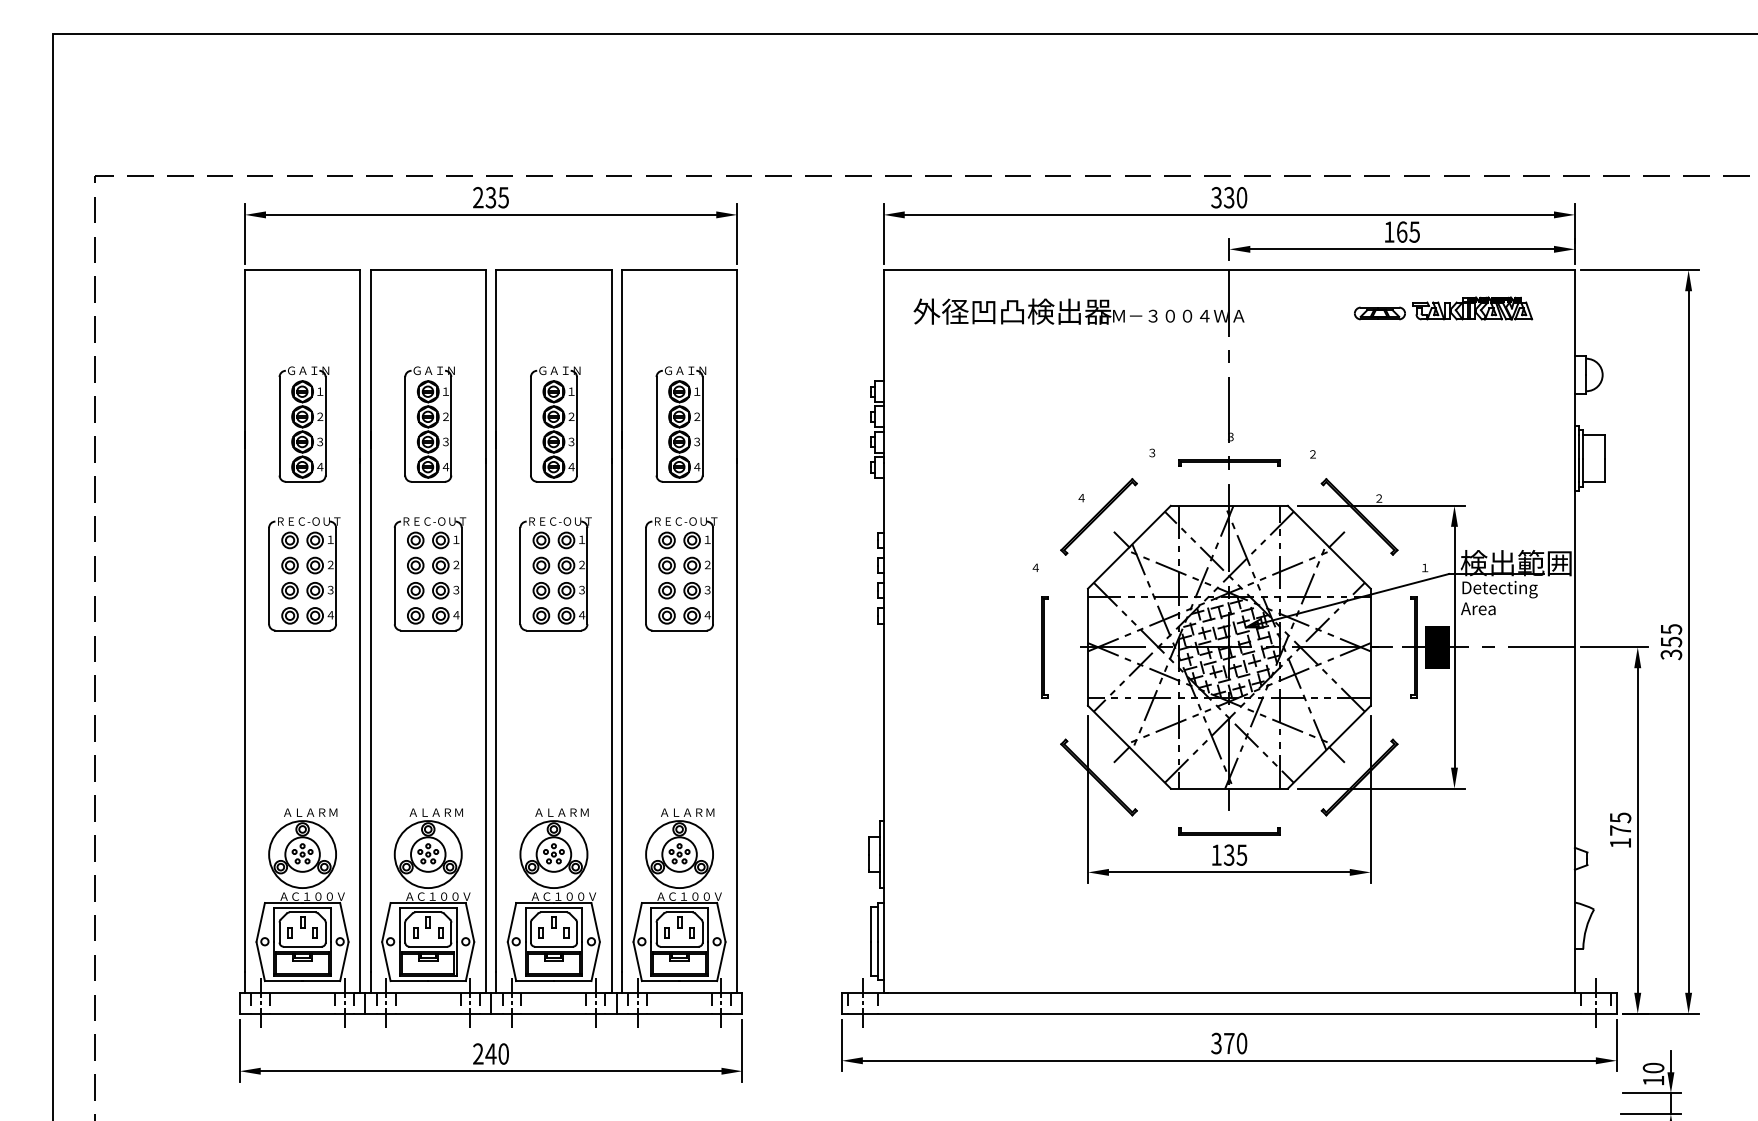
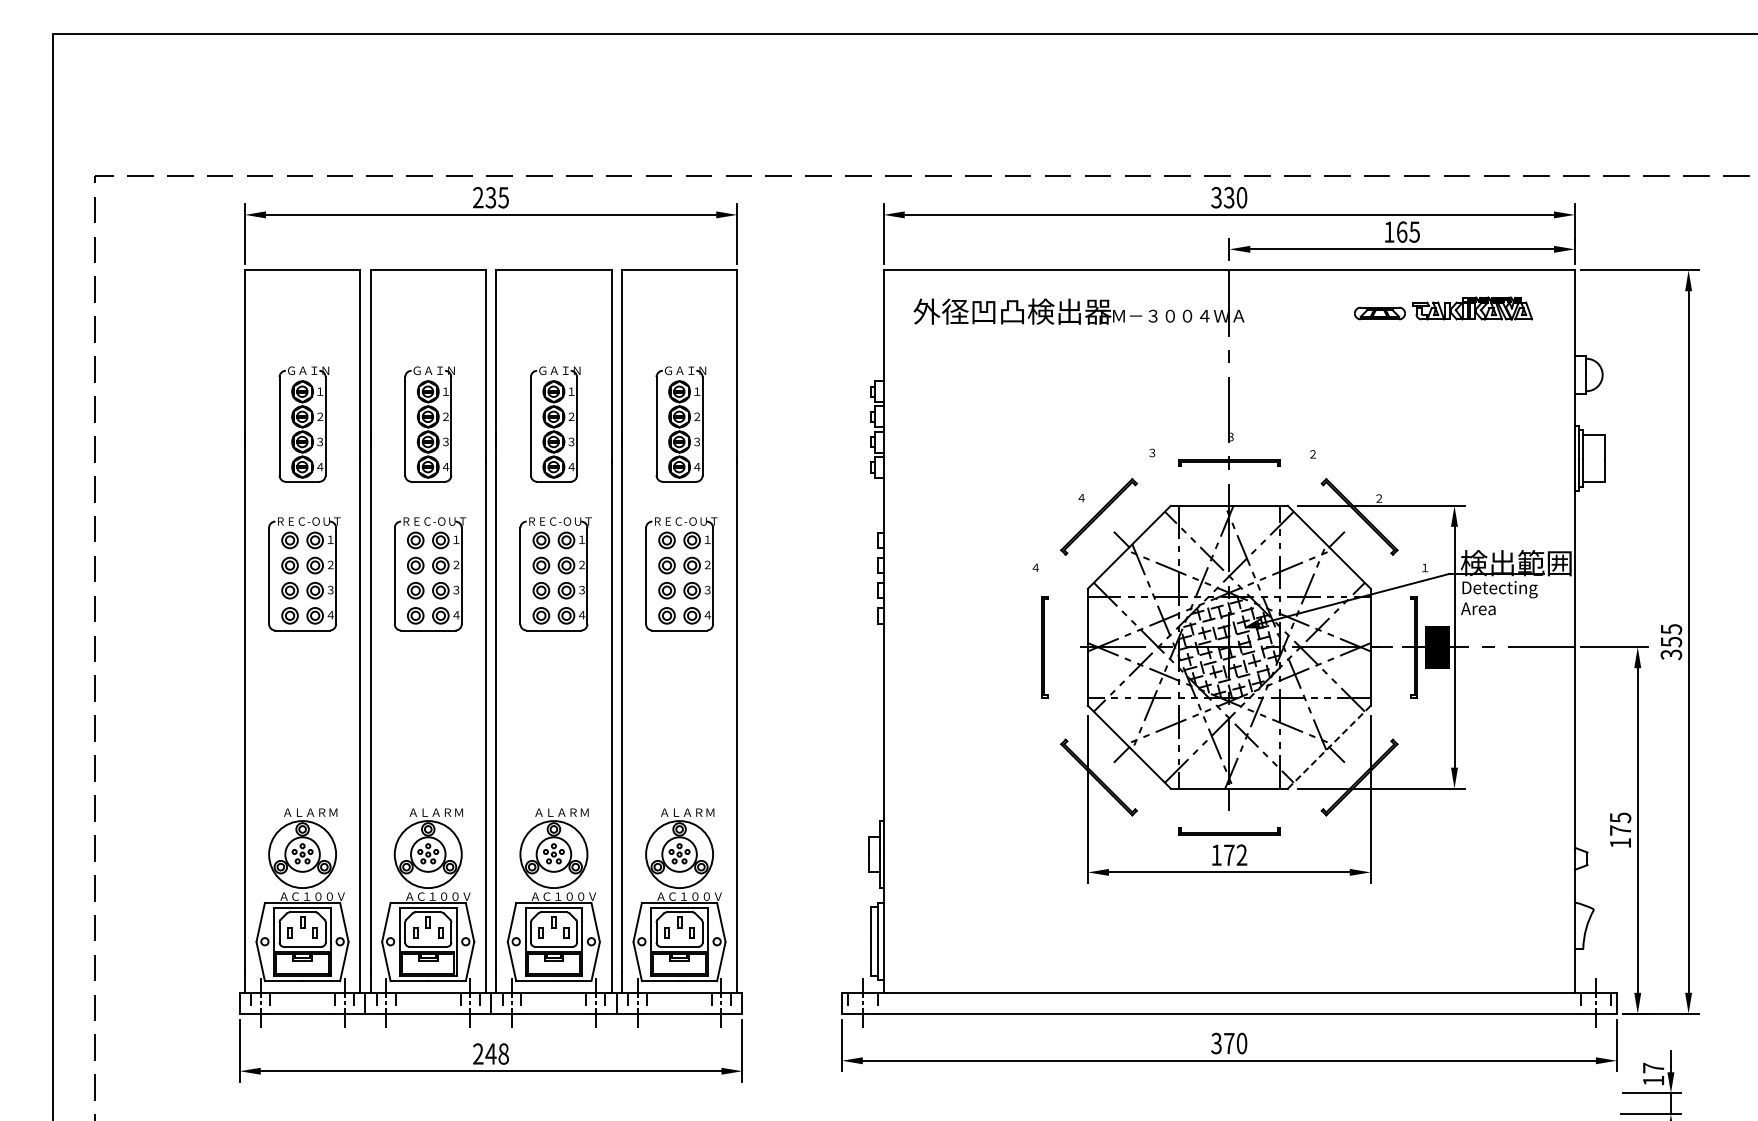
line at (1329, 747): solid -> dashed
text at (1235, 854): 135 -> 172
text at (503, 1054): 240 -> 248
text at (1653, 1067): 10 -> 17
